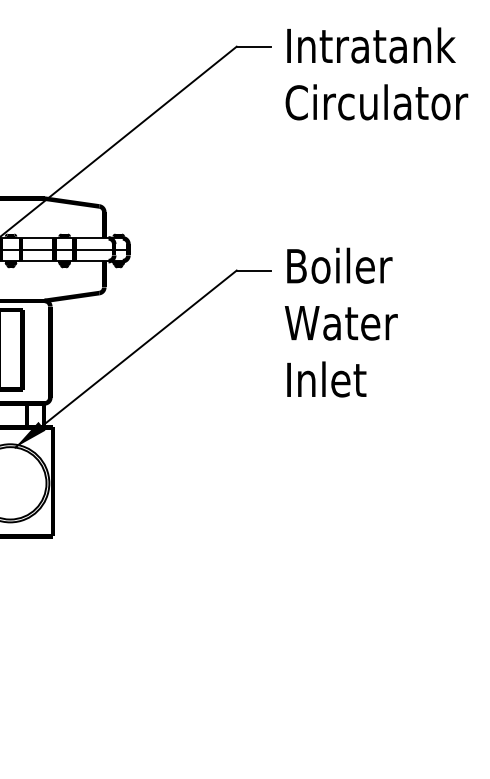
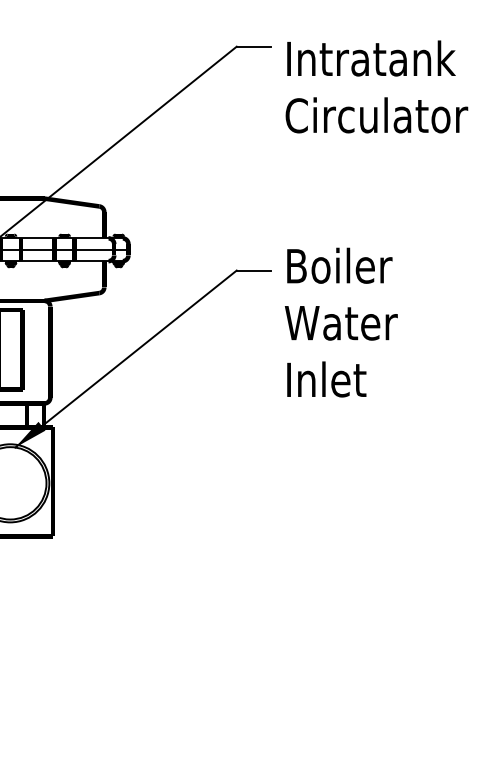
text at (376, 73) position: (376, 73) -> (376, 86)
